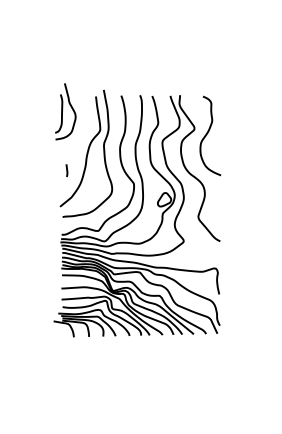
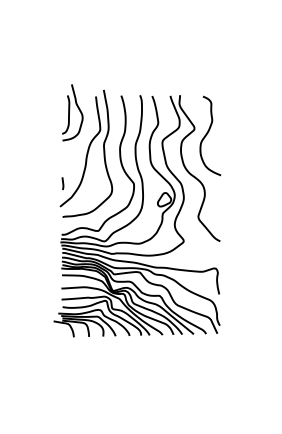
part at (65, 111) position: (65, 111) -> (72, 112)
line at (66, 170) position: (66, 170) -> (62, 183)
